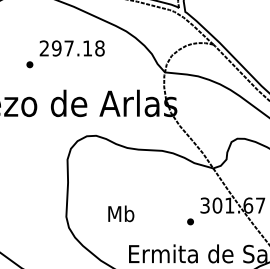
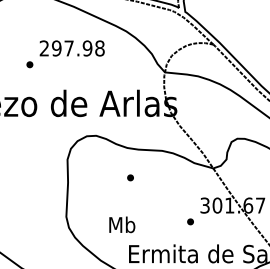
text at (87, 48): 297.18 -> 297.98
part at (130, 177): none -> present
text at (121, 213) position: (121, 213) -> (122, 224)
